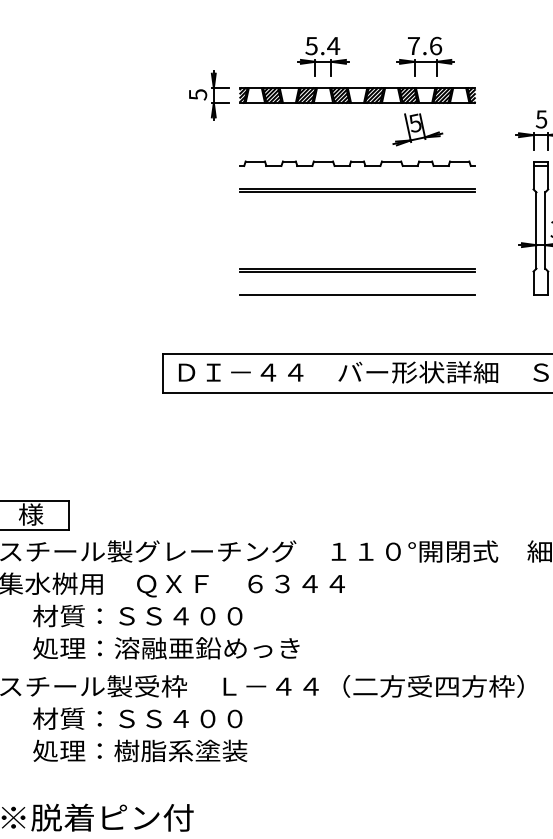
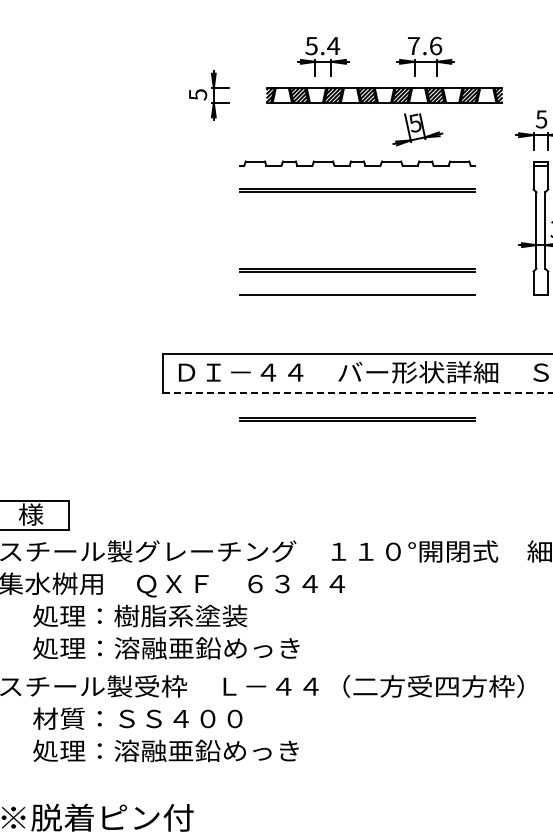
part at (357, 95) position: (357, 95) -> (384, 95)
line at (357, 392): solid -> dashed
line at (357, 418): none -> present
text at (140, 615): 材質：ＳＳ４００ -> 処理：樹脂系塗装
text at (206, 750): 処理：樹脂系塗装 -> 処理：溶融亜鉛めっき
